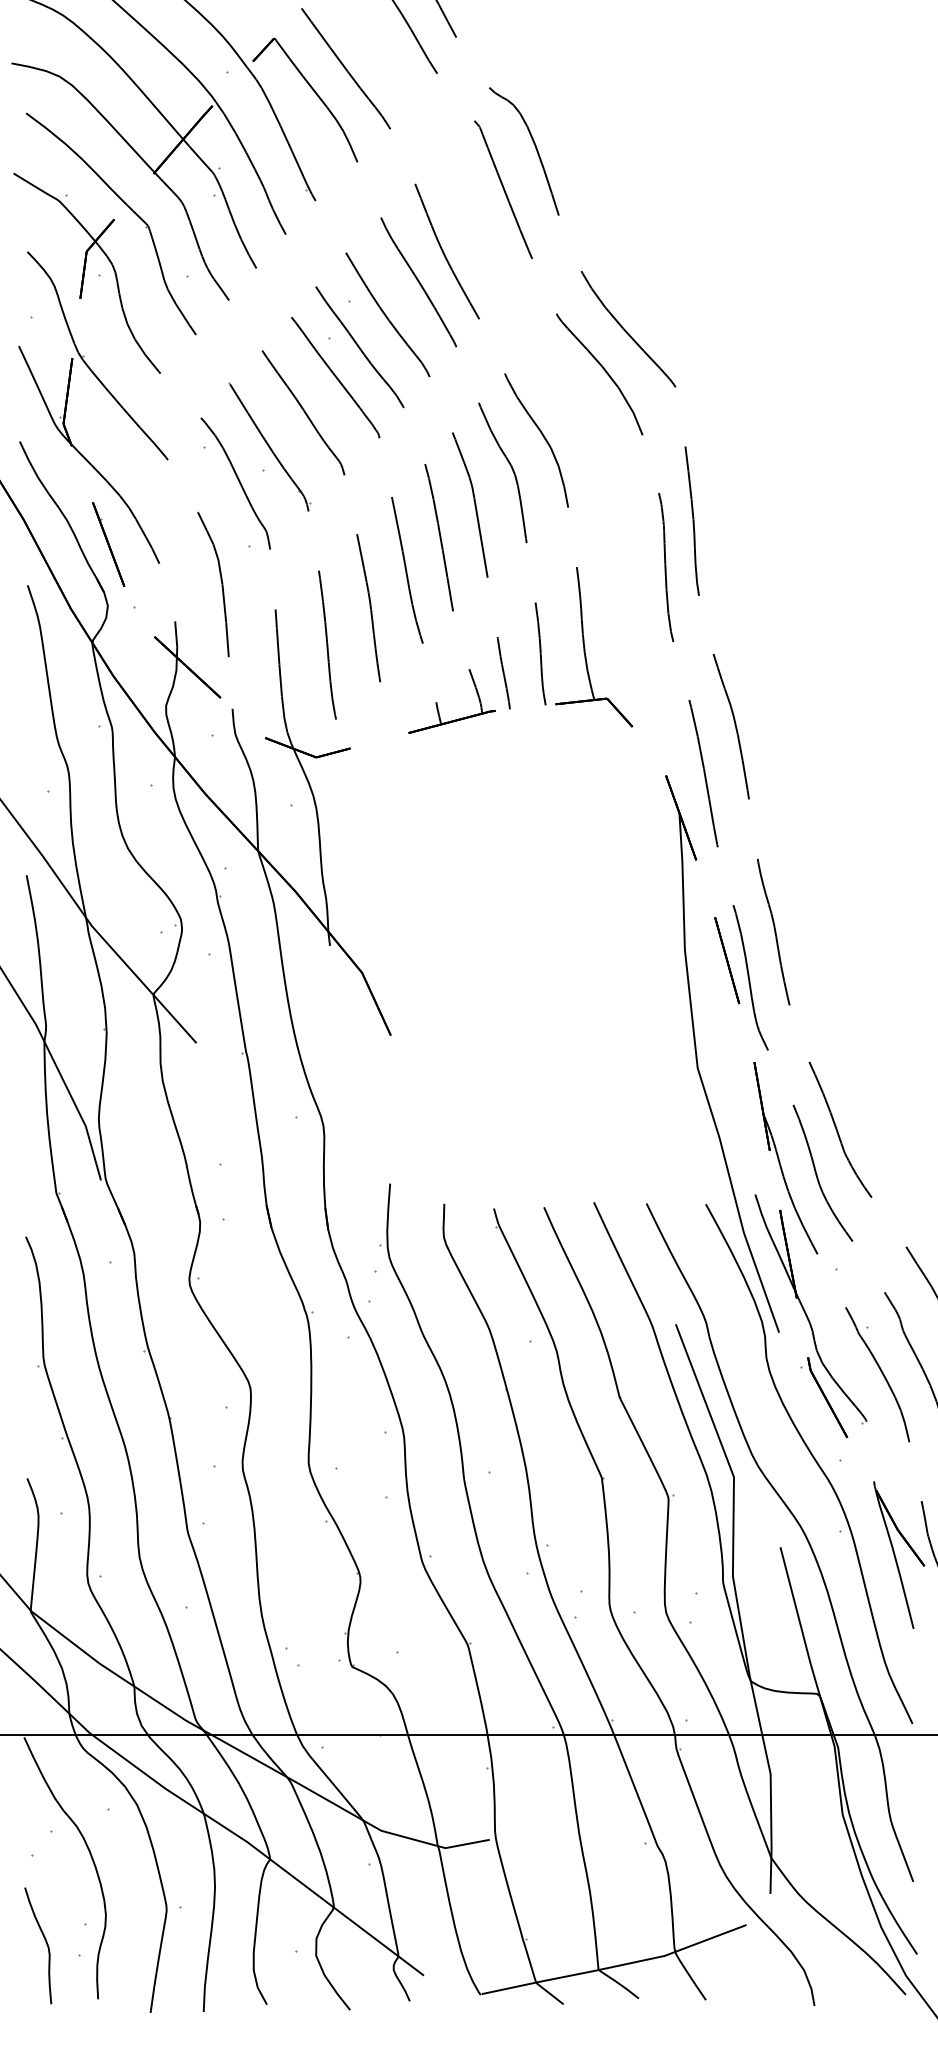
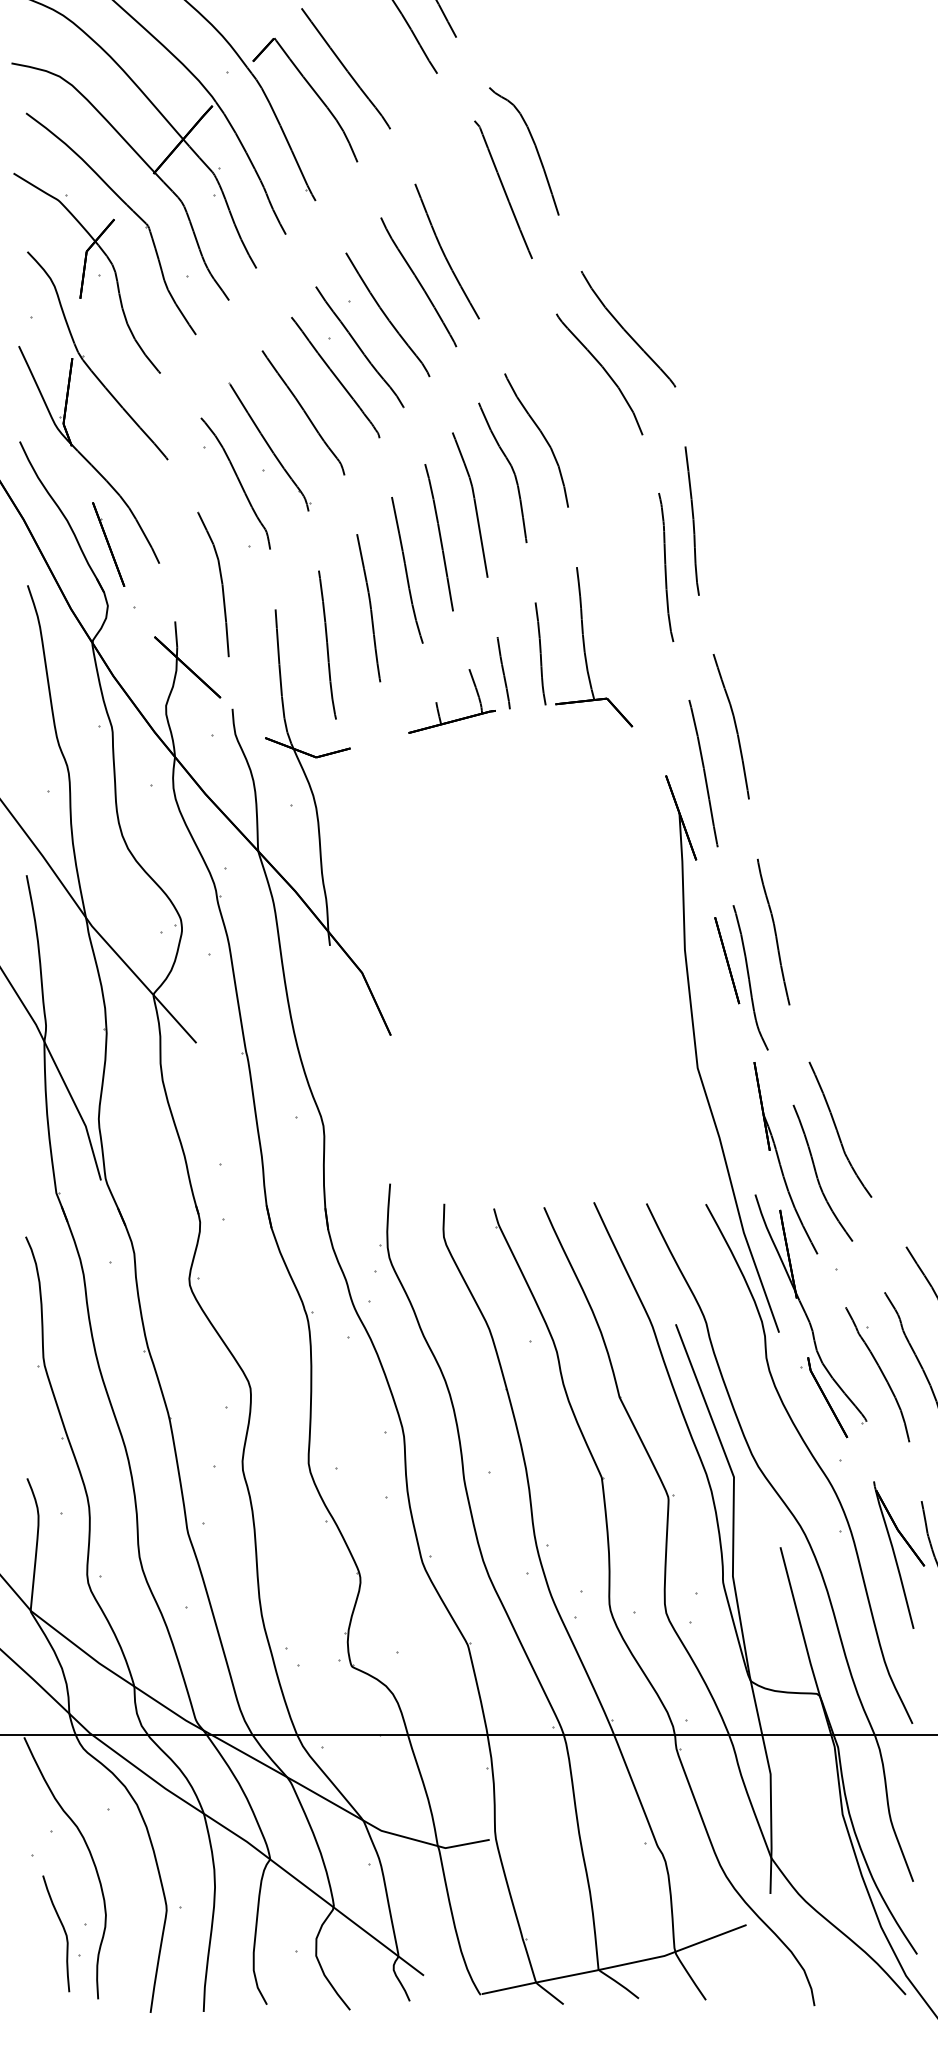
curve at (45, 1942) position: (45, 1942) -> (63, 1930)
